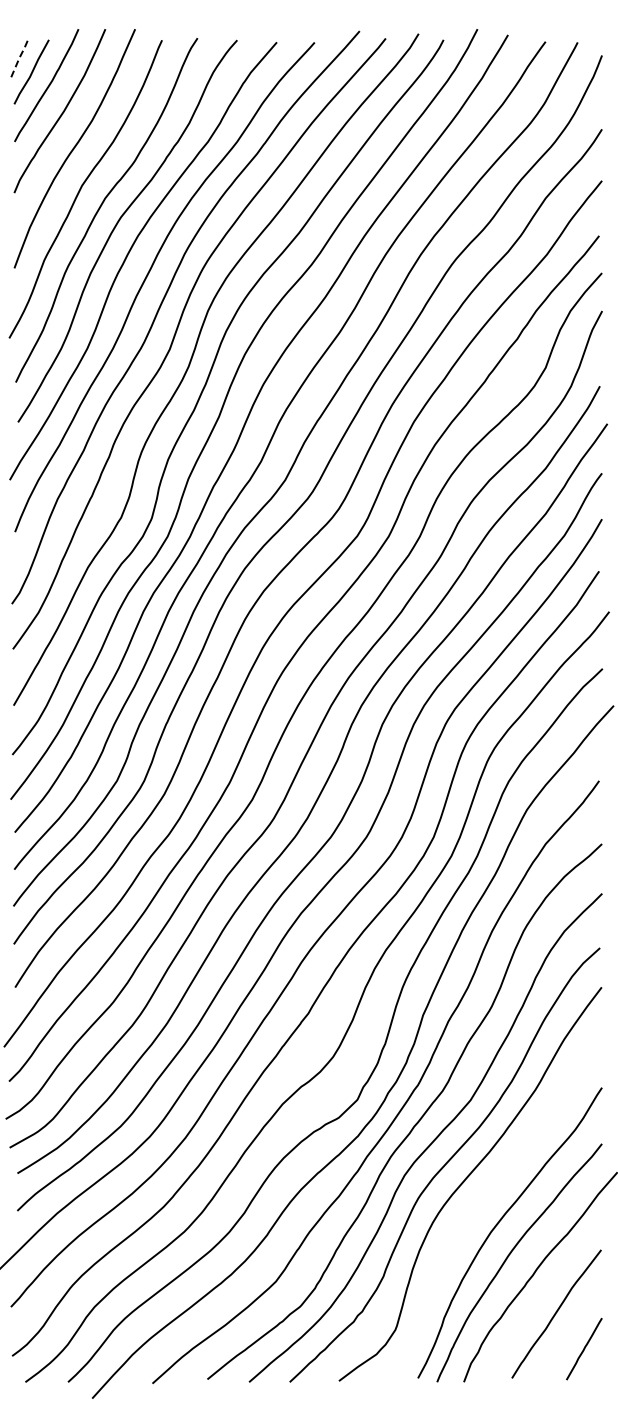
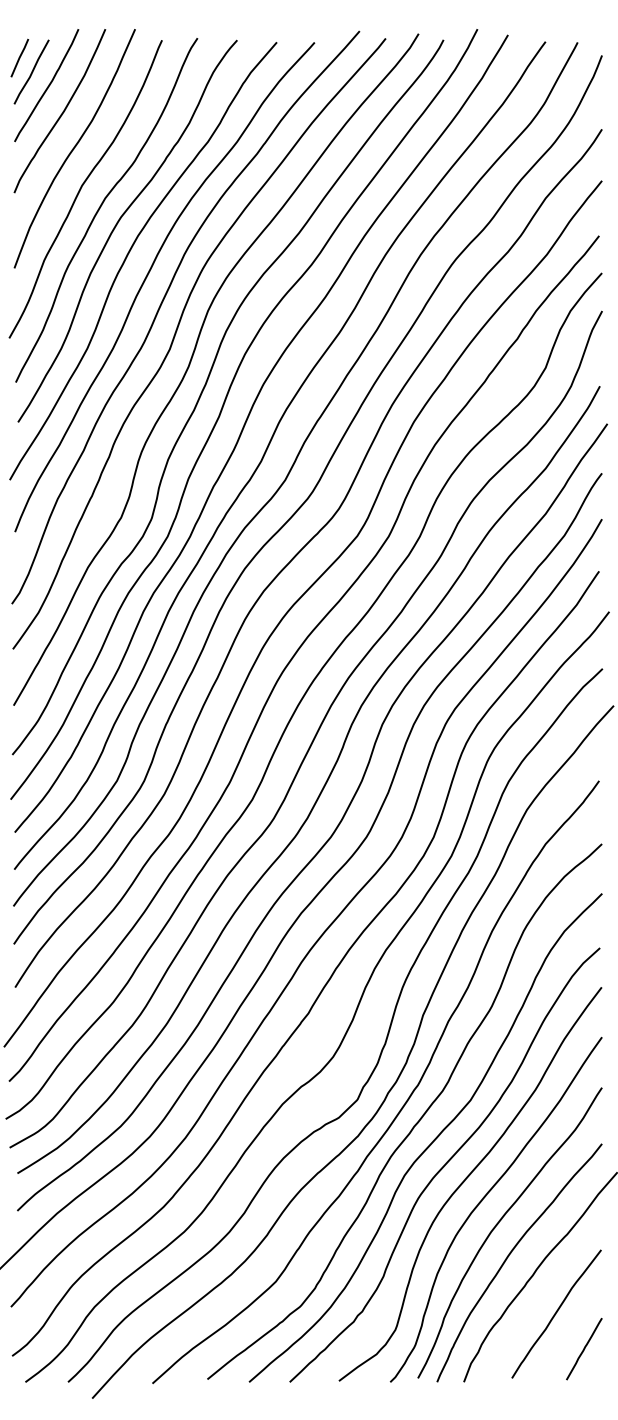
line at (19, 57): dashed -> solid
curve at (482, 1201): none -> present
